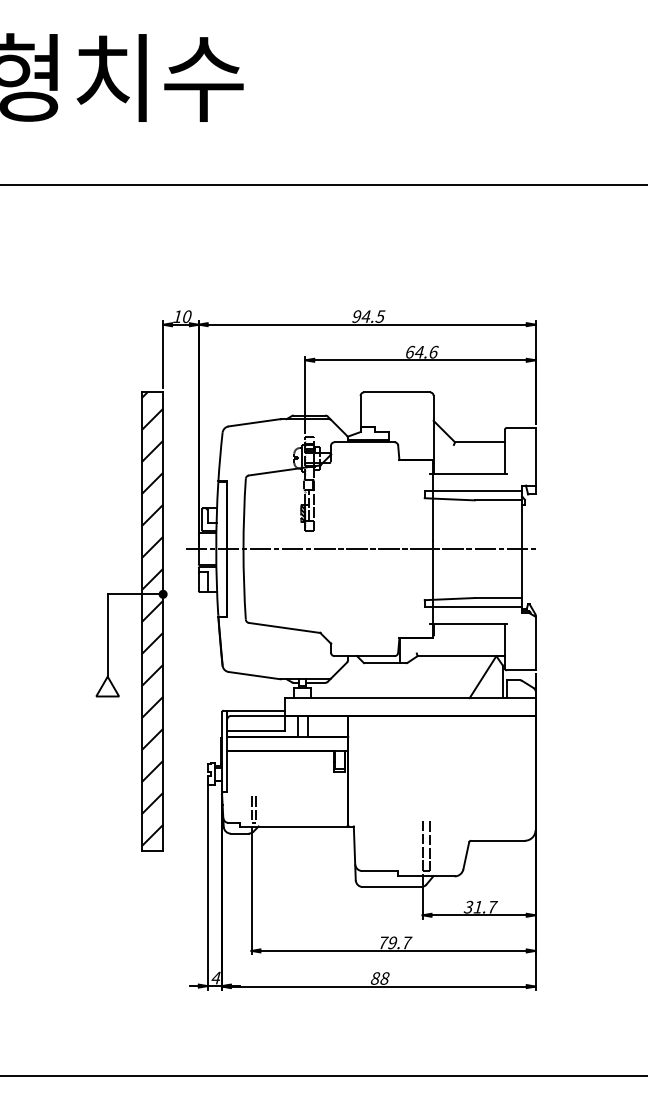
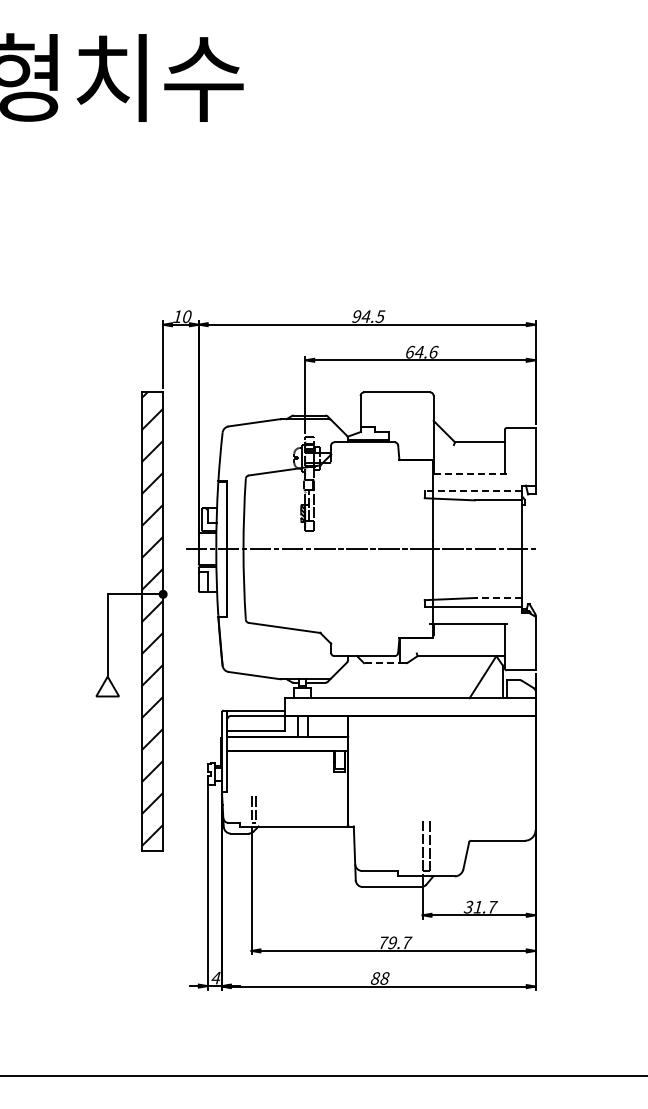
line at (323, 185): present -> none
line at (467, 474): solid -> dashed
line at (473, 491): solid -> dashed
line at (498, 598): solid -> dashed
line at (382, 663): solid -> dashed
